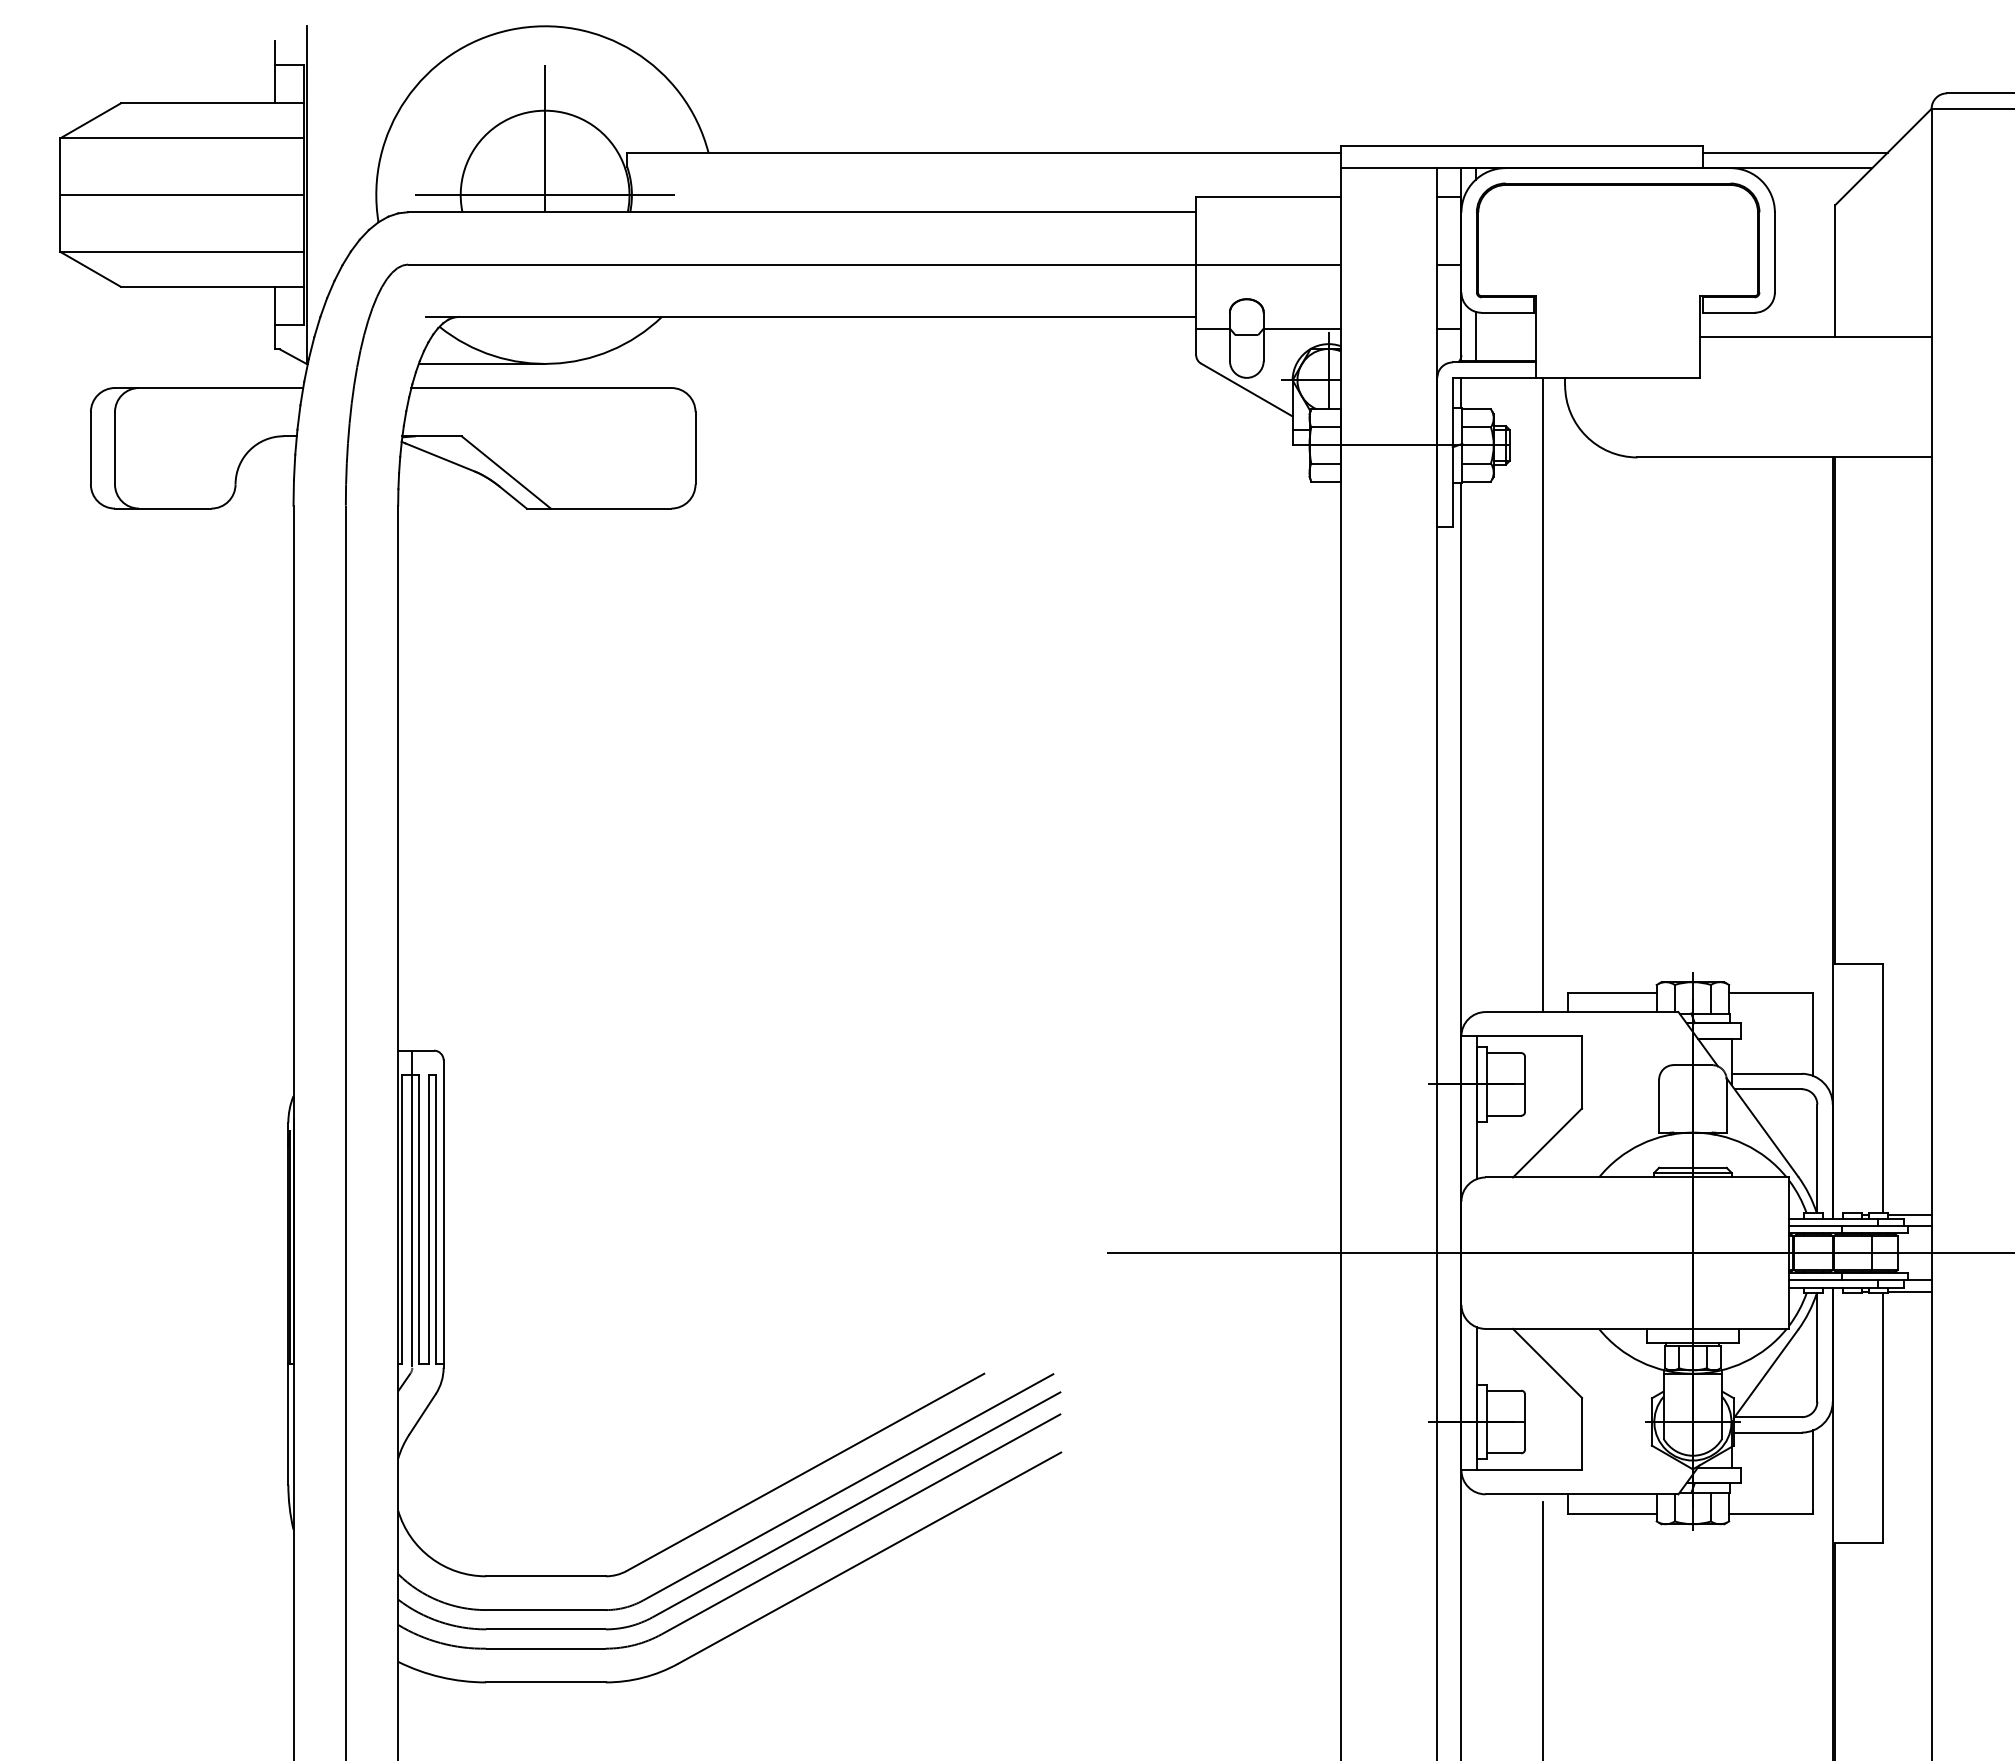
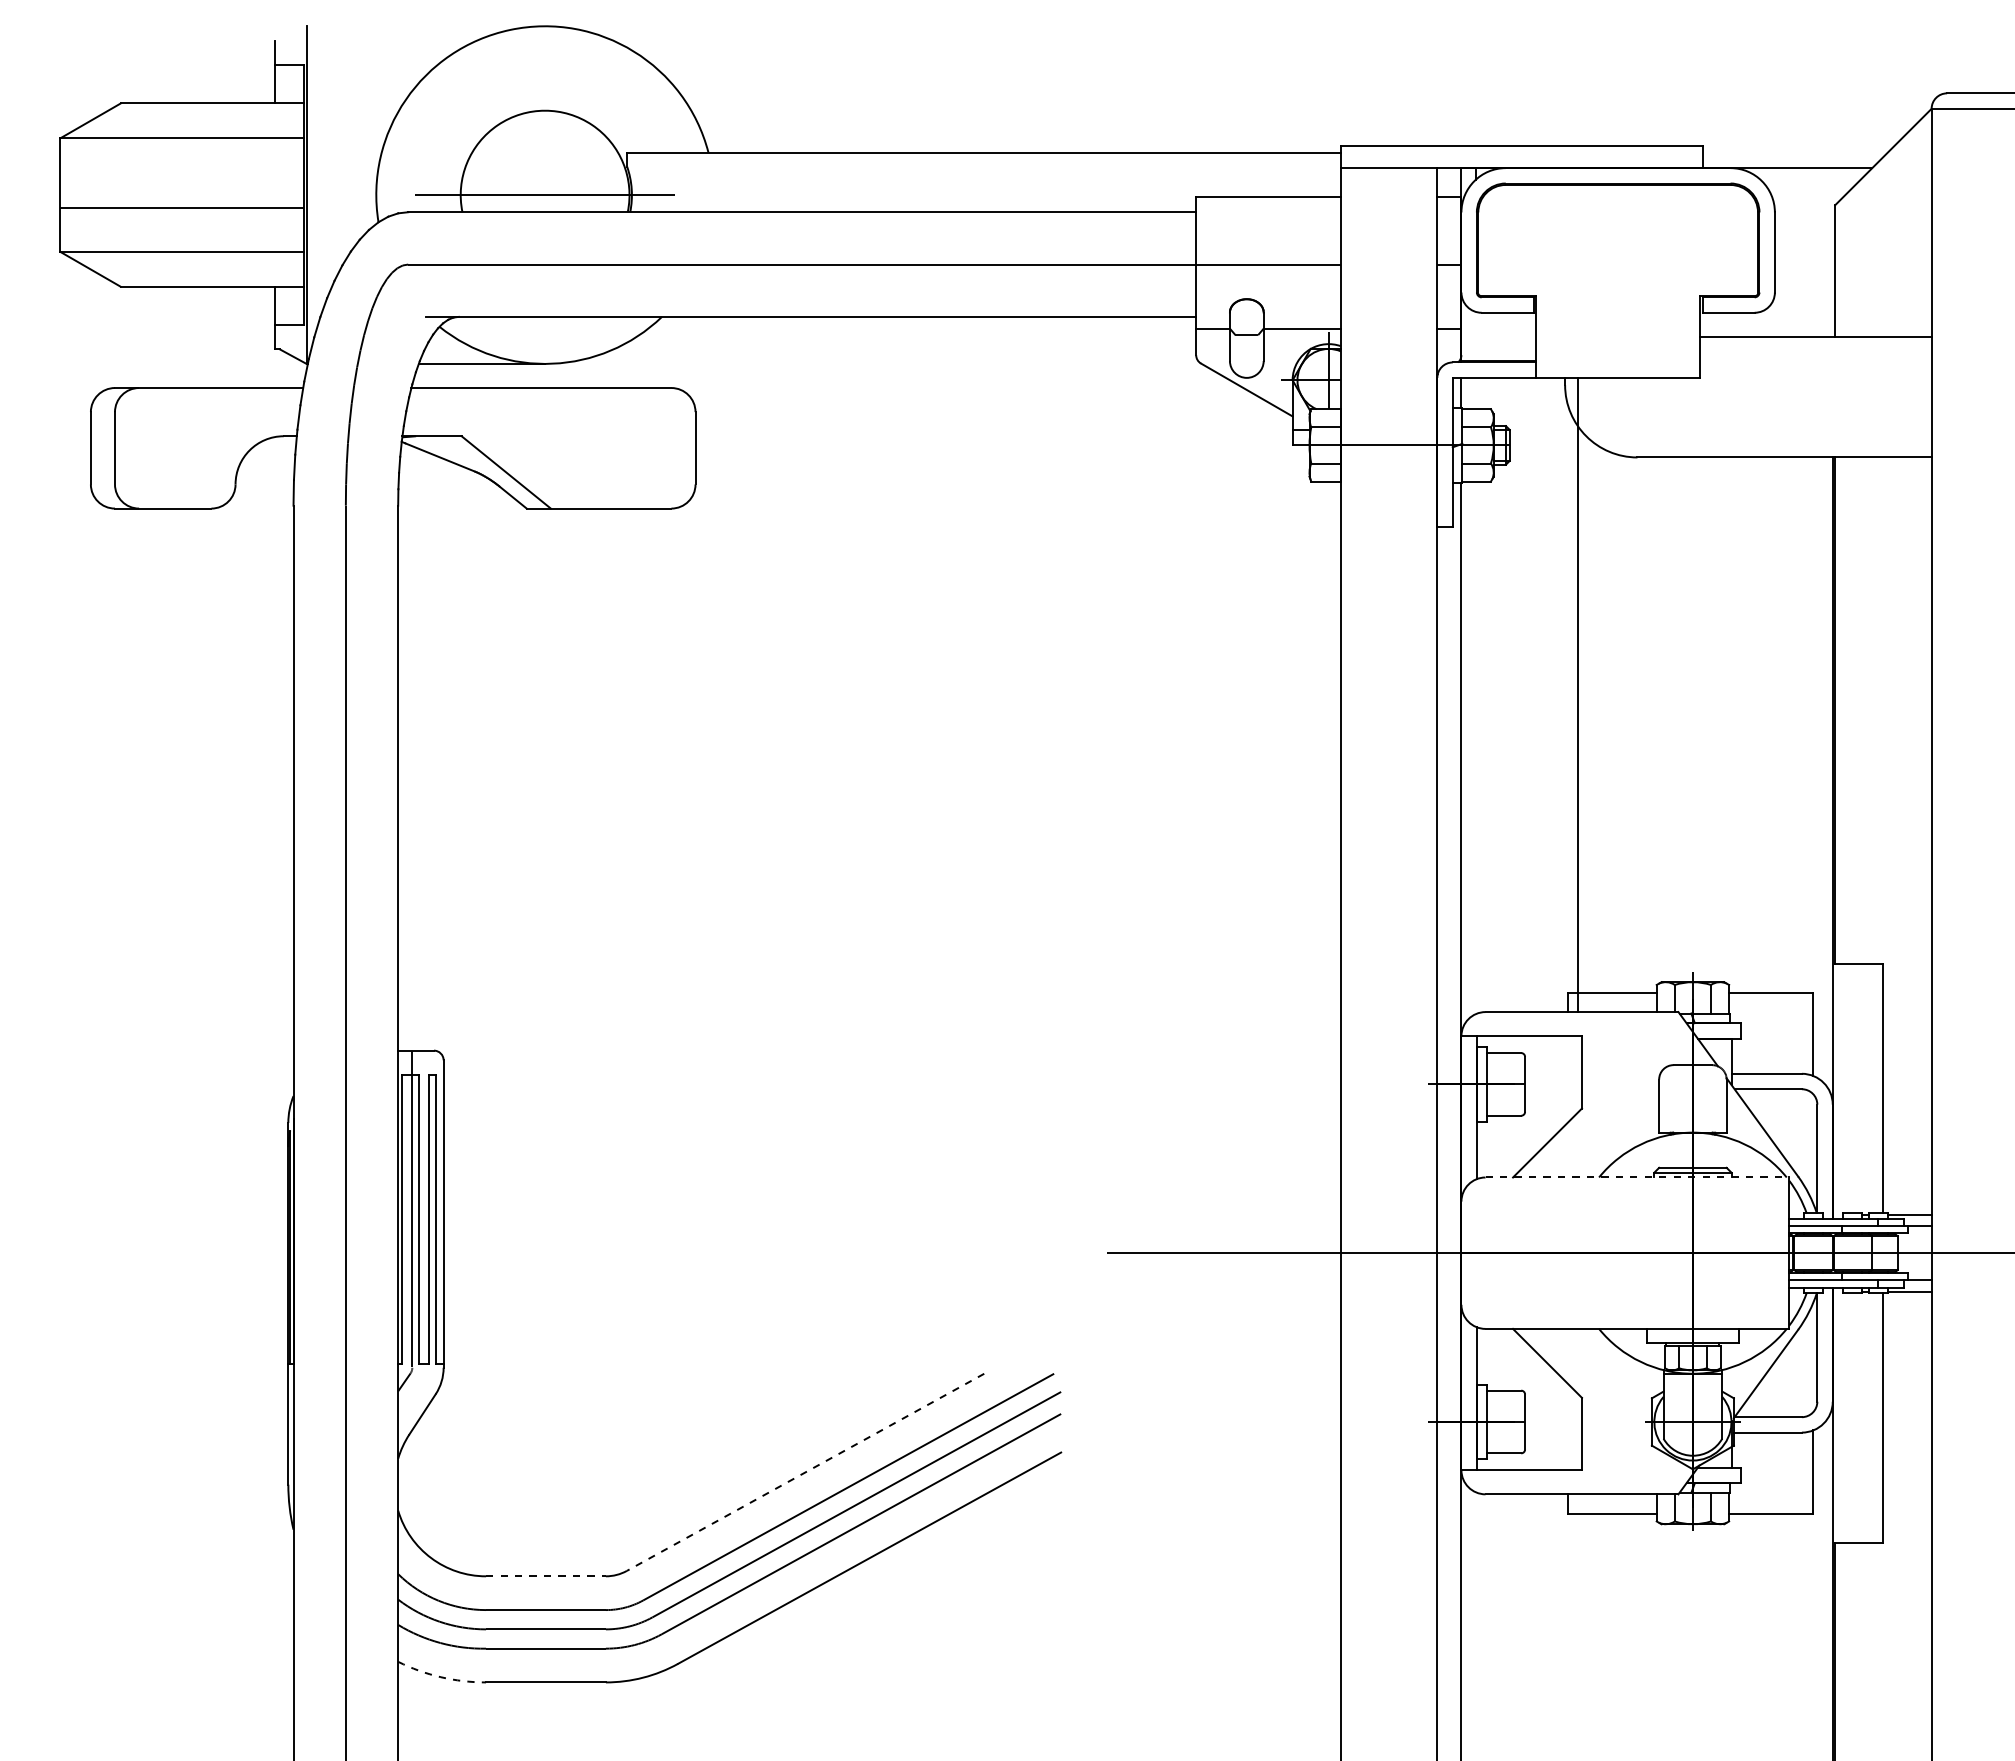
line at (545, 138): present -> none
line at (1794, 152): present -> none
line at (182, 195) position: (182, 195) -> (182, 208)
line at (1475, 336): present -> none
line at (1543, 694) position: (1543, 694) -> (1578, 694)
line at (1637, 1177): solid -> dashed
line at (805, 1472): solid -> dashed
line at (545, 1576): solid -> dashed
line at (1543, 1629): present -> none
arc at (440, 1677): solid -> dashed
